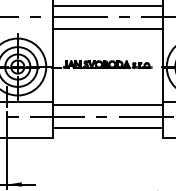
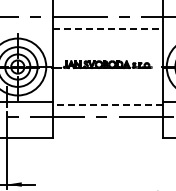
line at (107, 6): present -> none
line at (108, 28): solid -> dashed
line at (107, 105): solid -> dashed
line at (107, 128): present -> none
